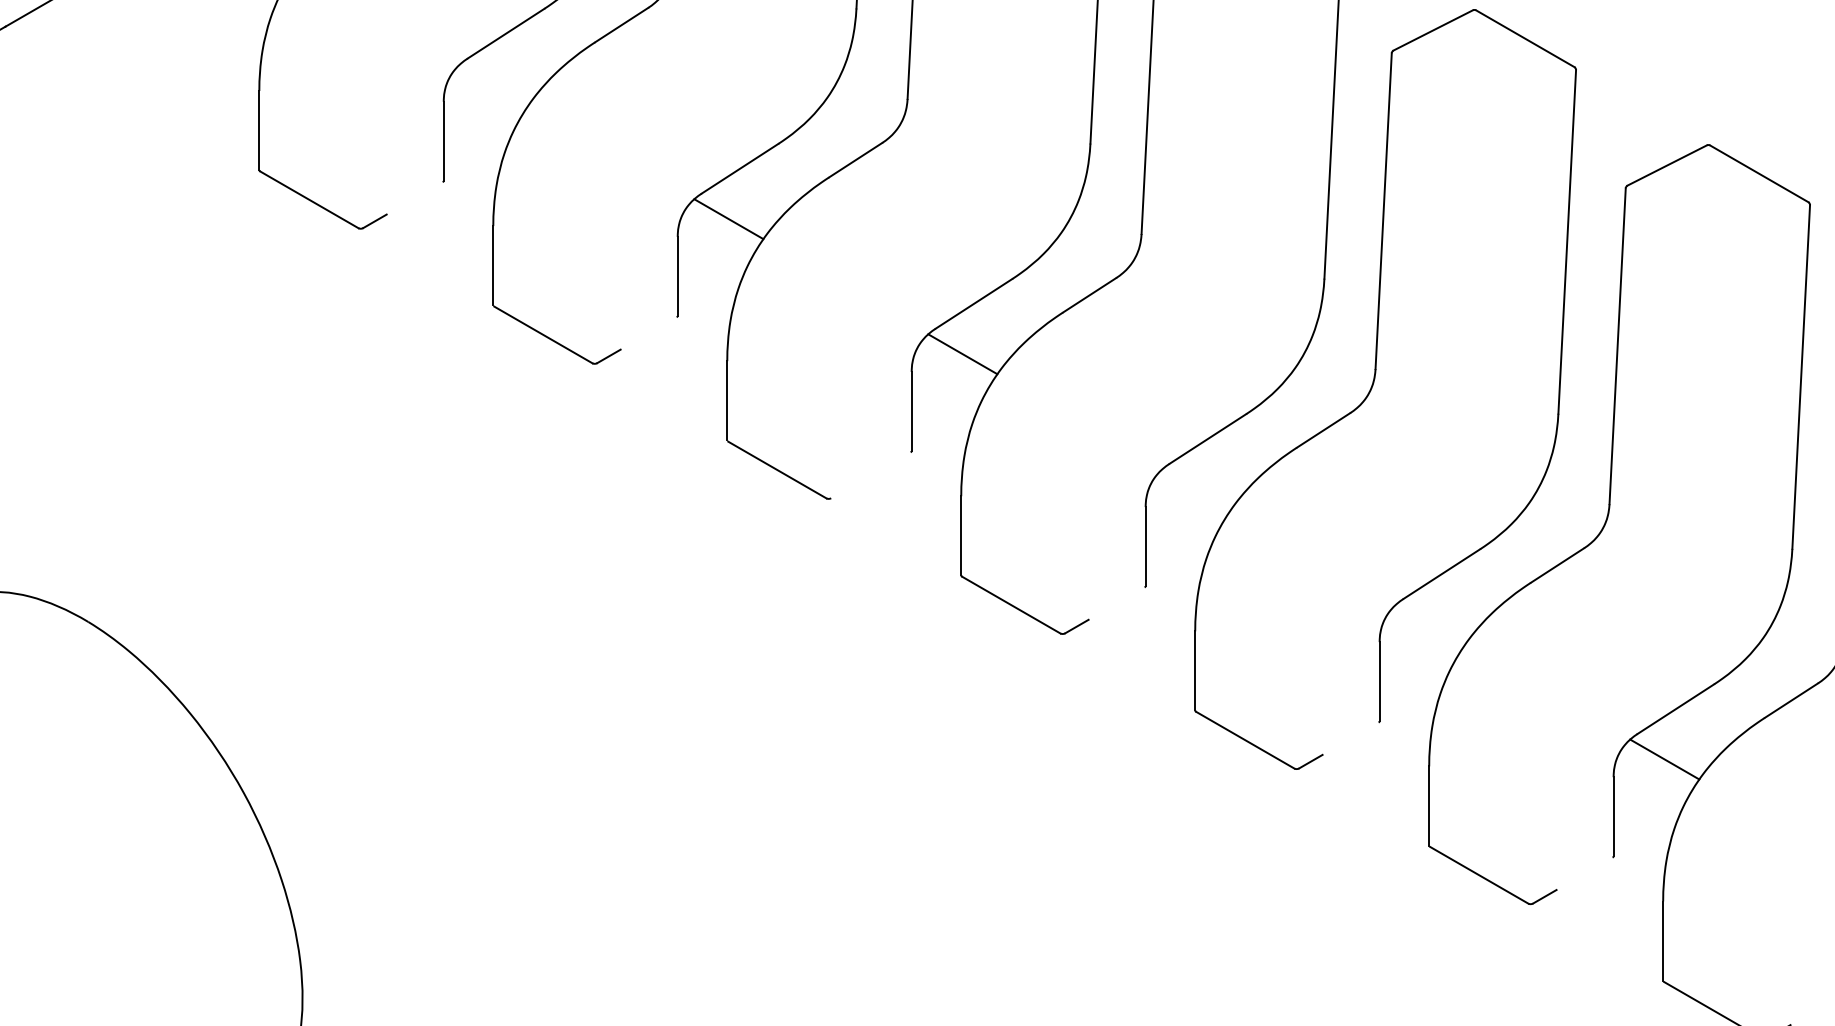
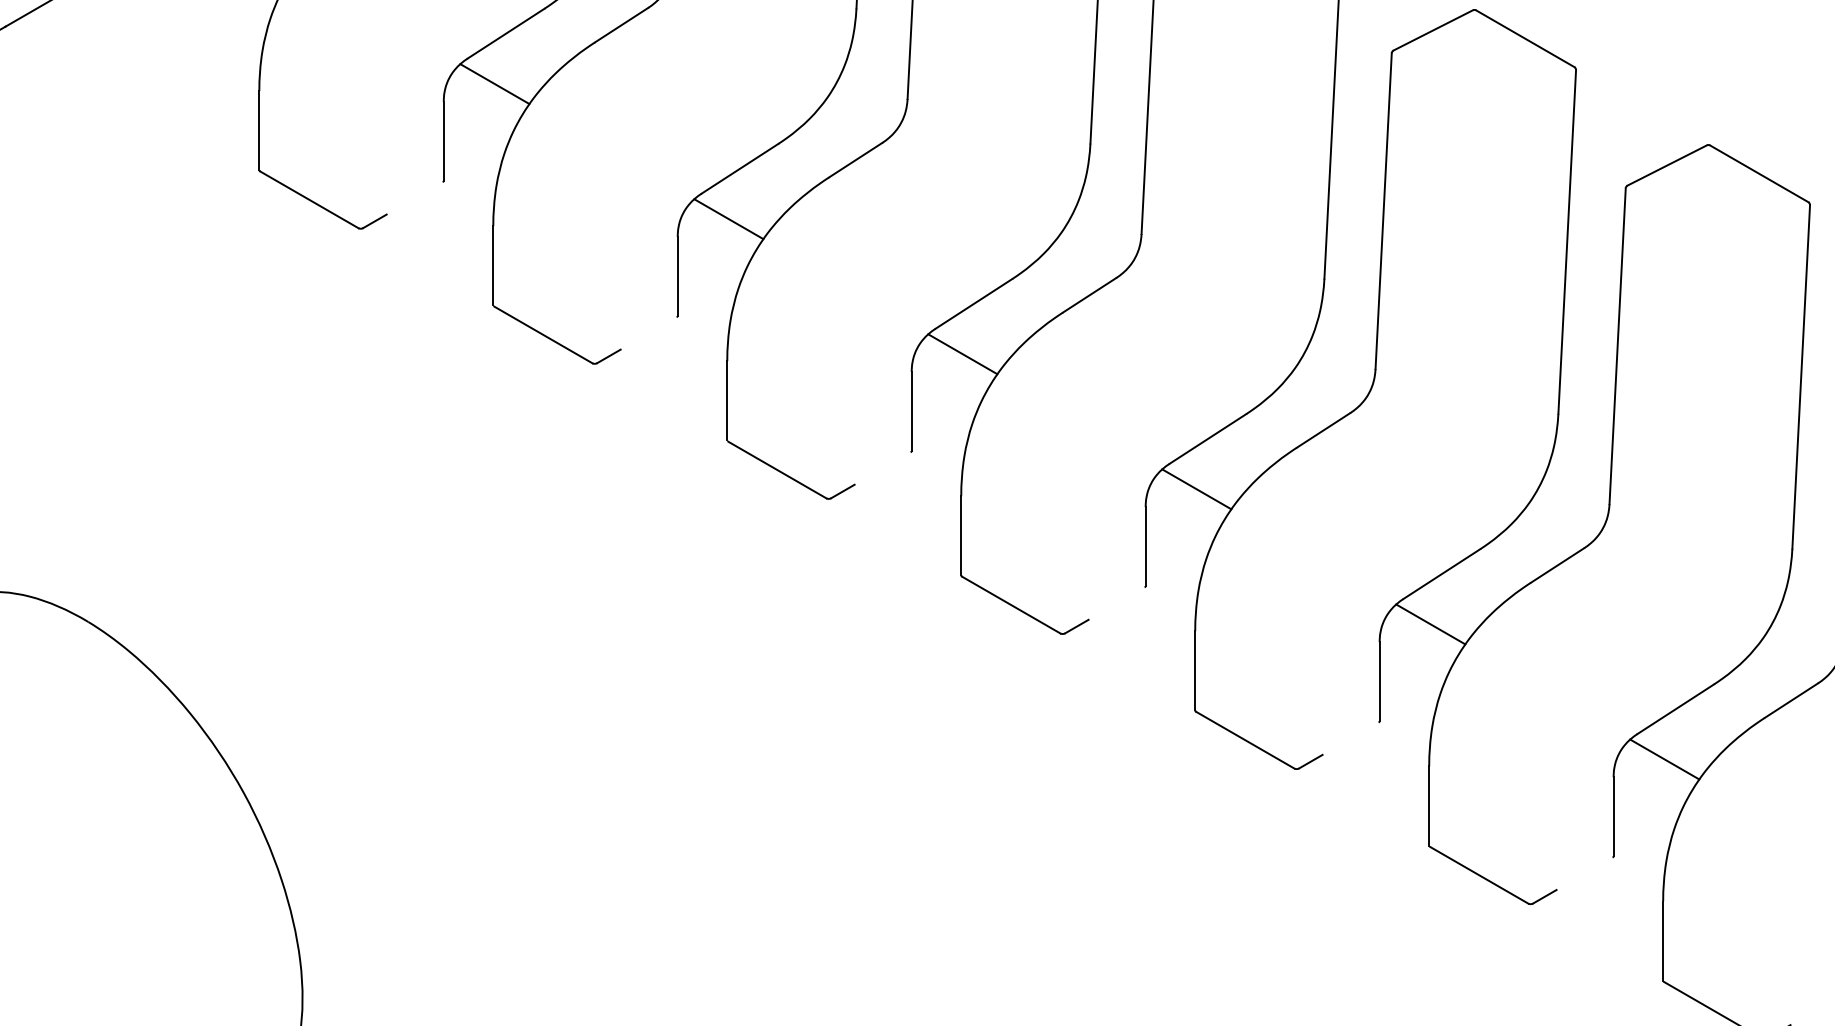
line at (494, 84): none -> present
line at (1196, 489): none -> present
line at (842, 491): none -> present
line at (1430, 624): none -> present
